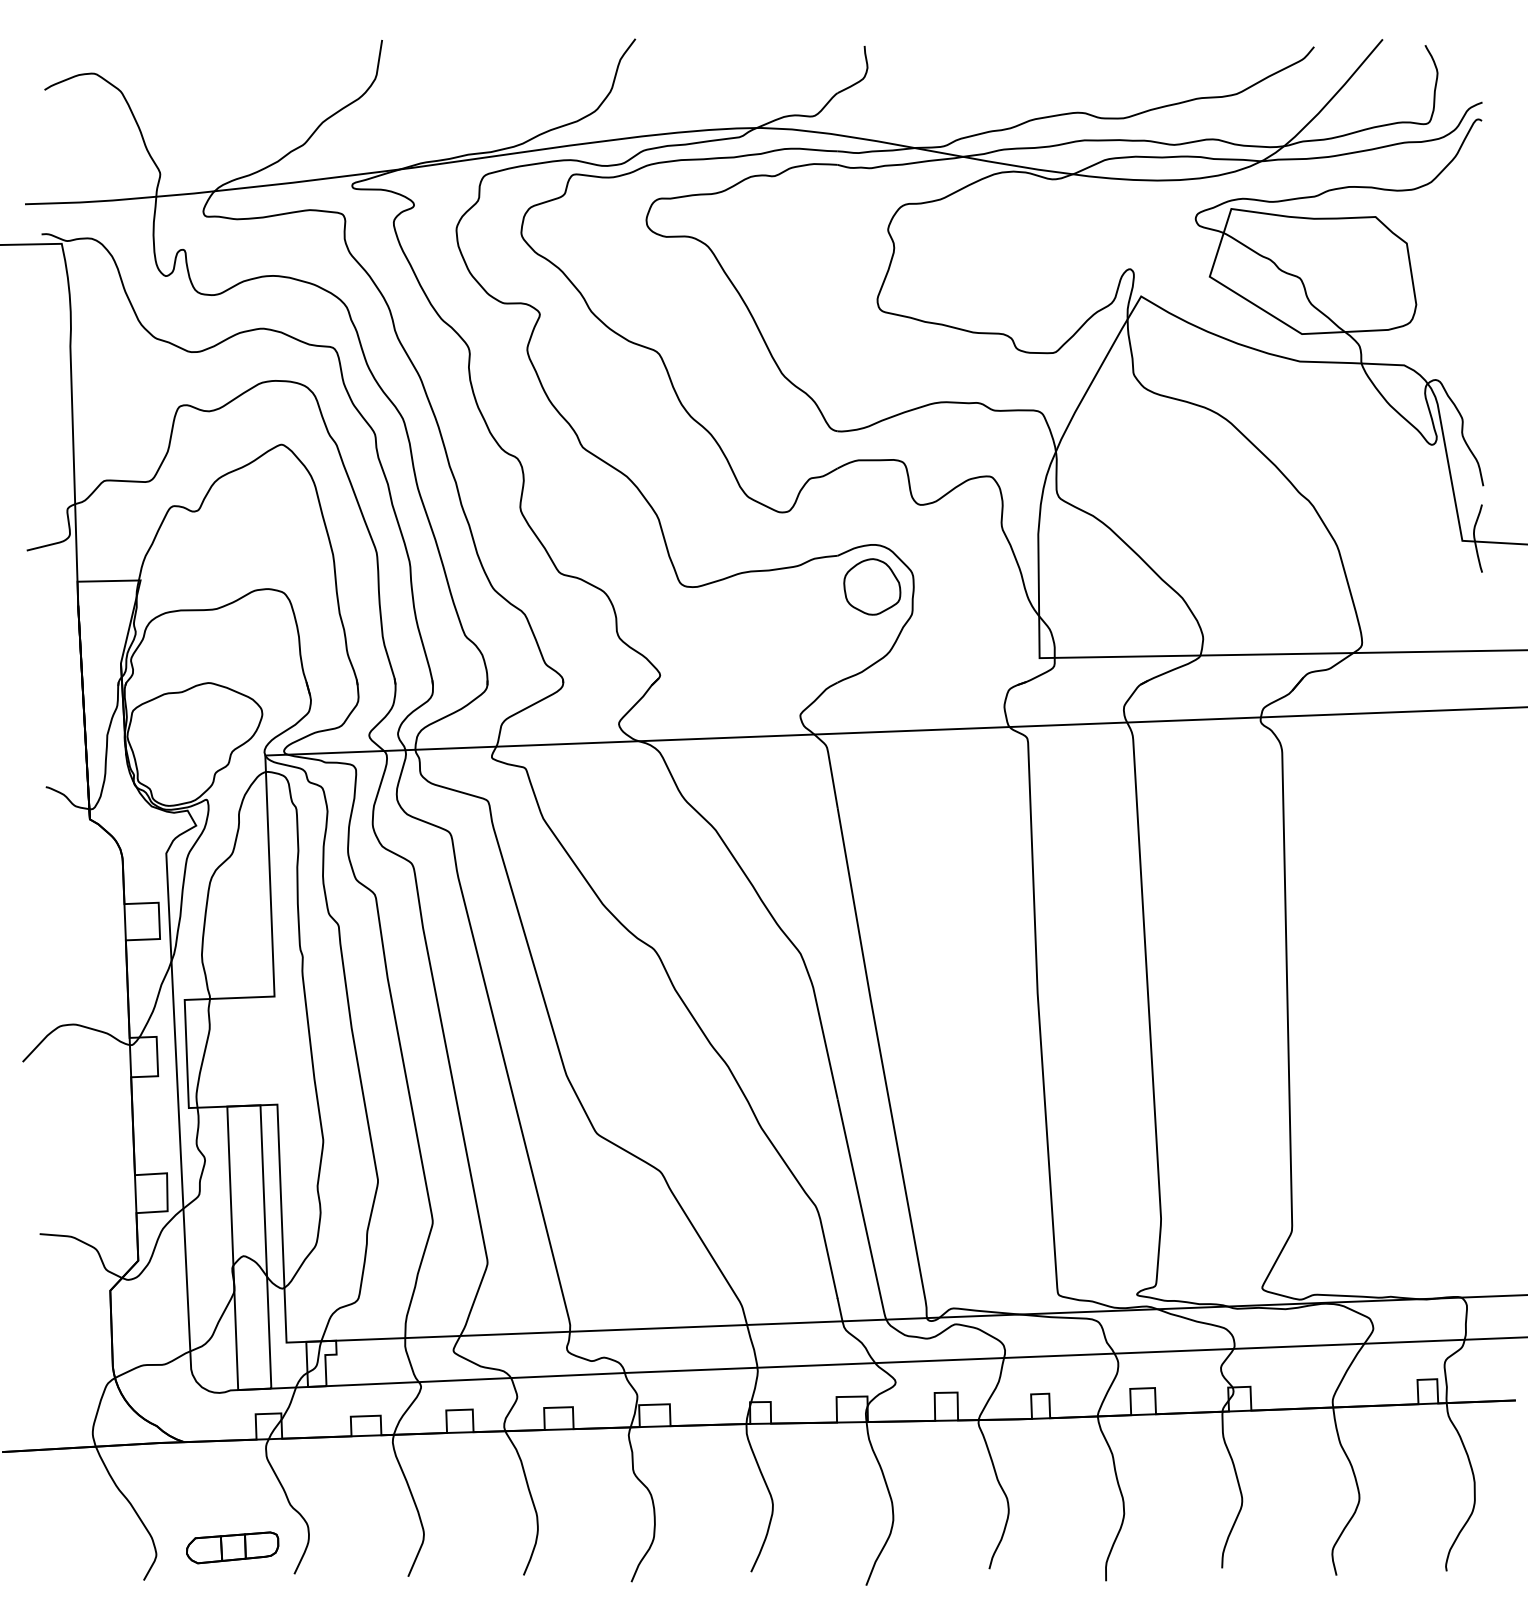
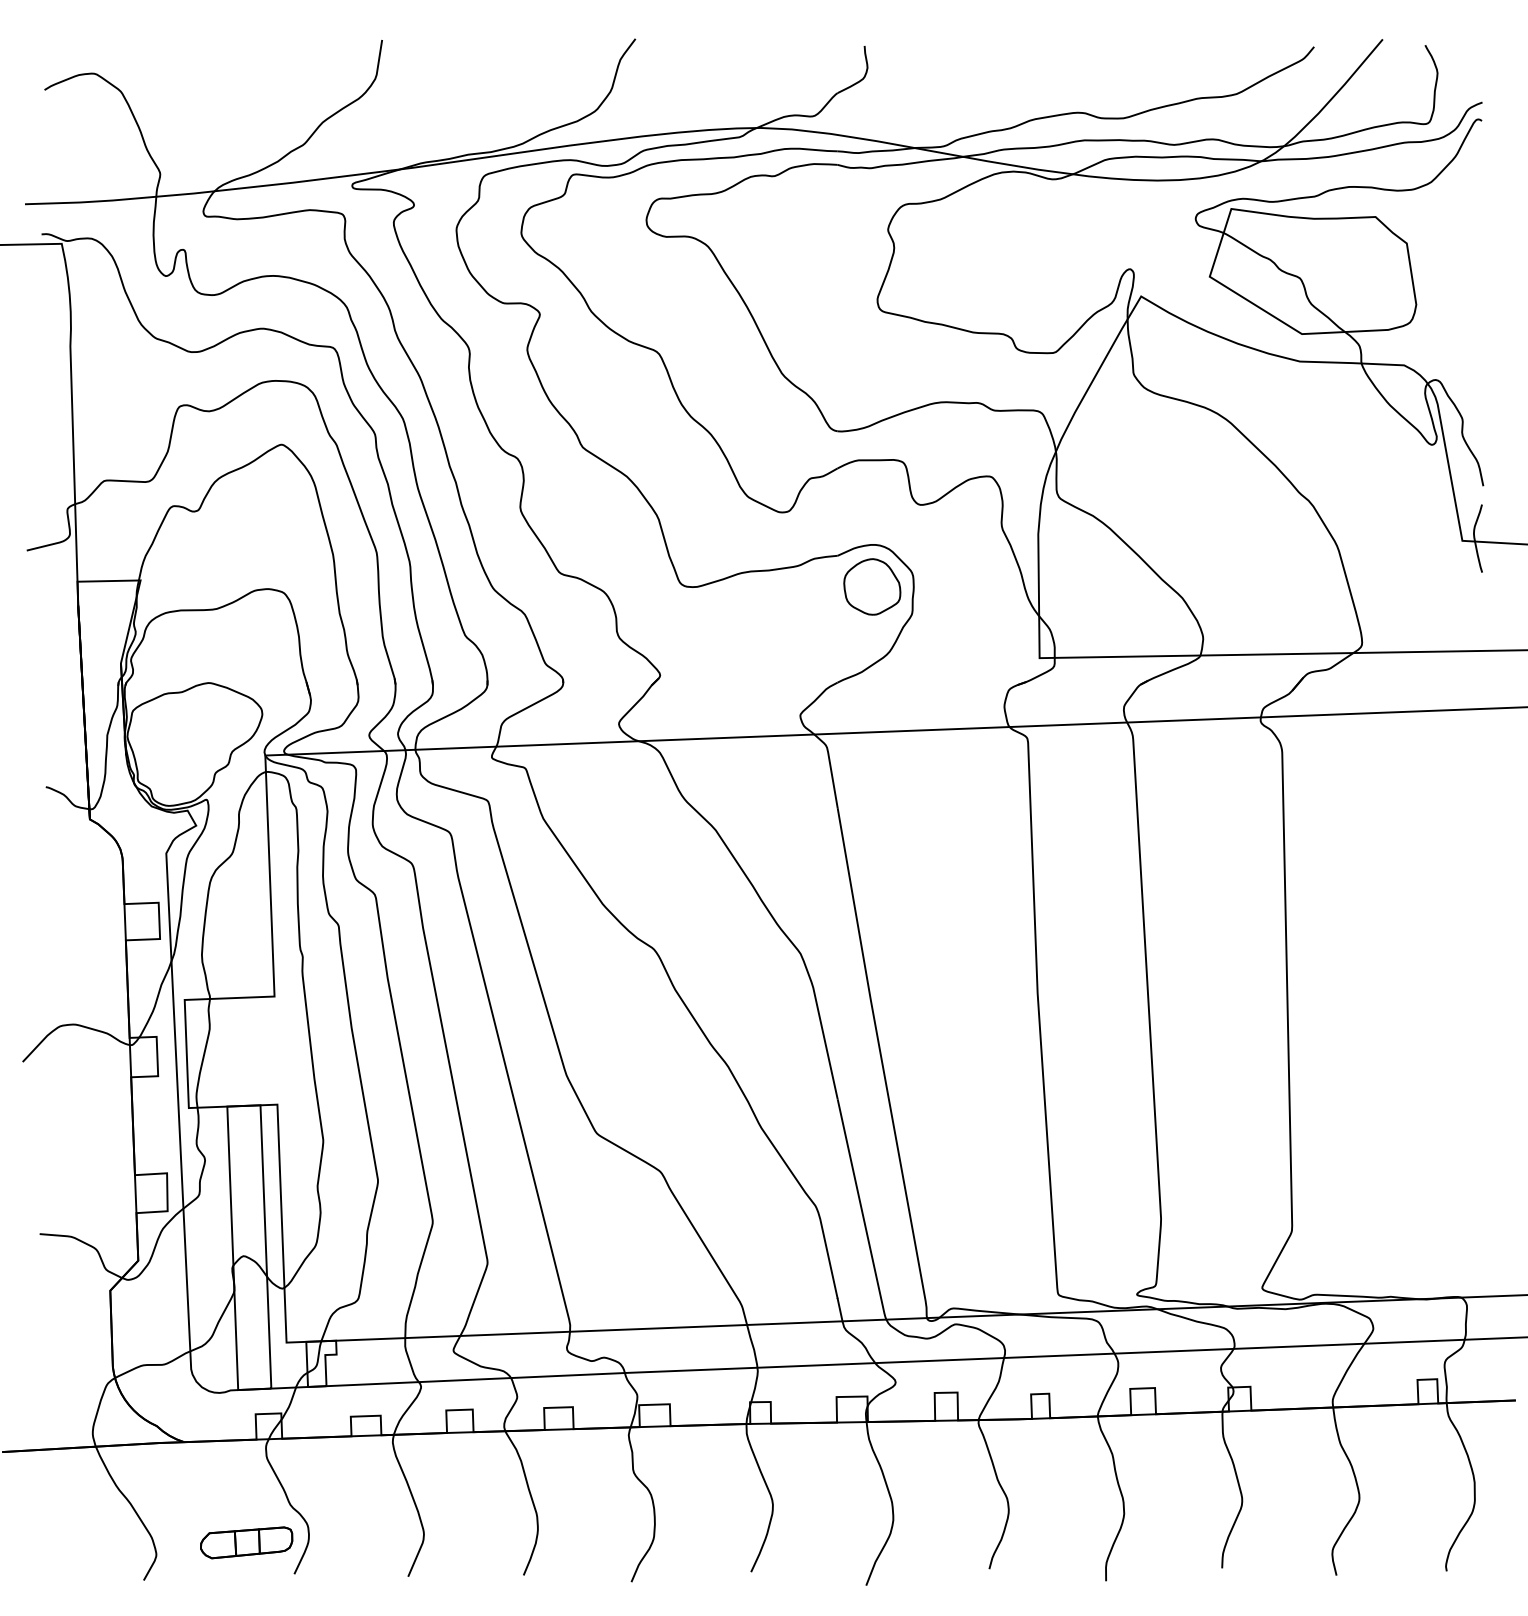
part at (232, 1547) position: (232, 1547) -> (246, 1542)
